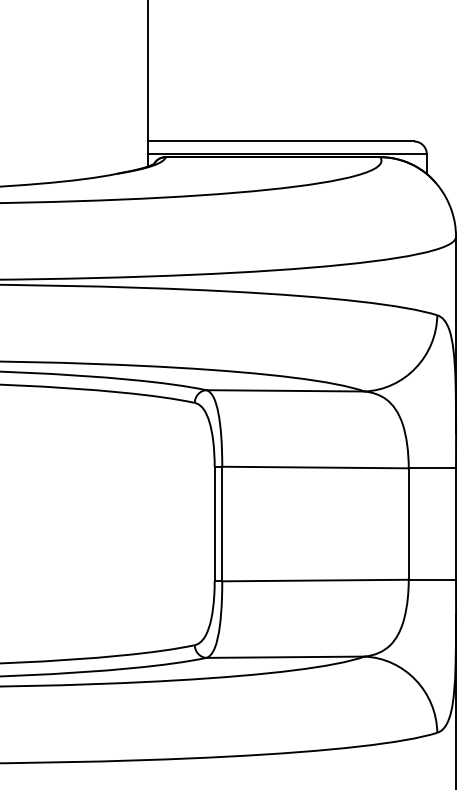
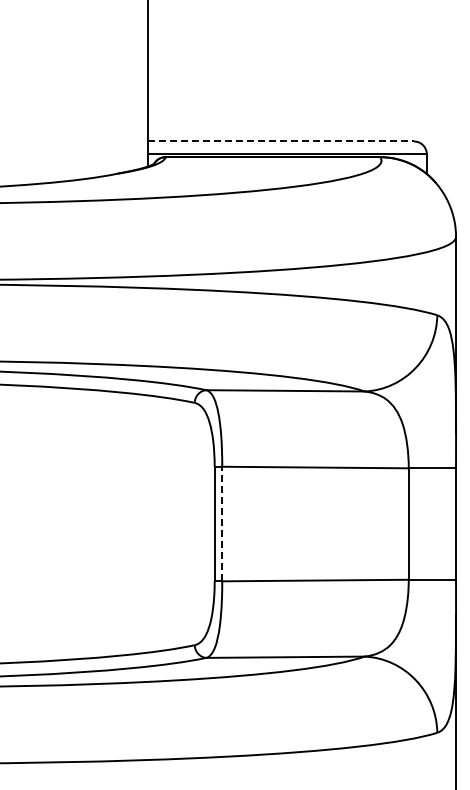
line at (281, 141): solid -> dashed
line at (222, 523): solid -> dashed
